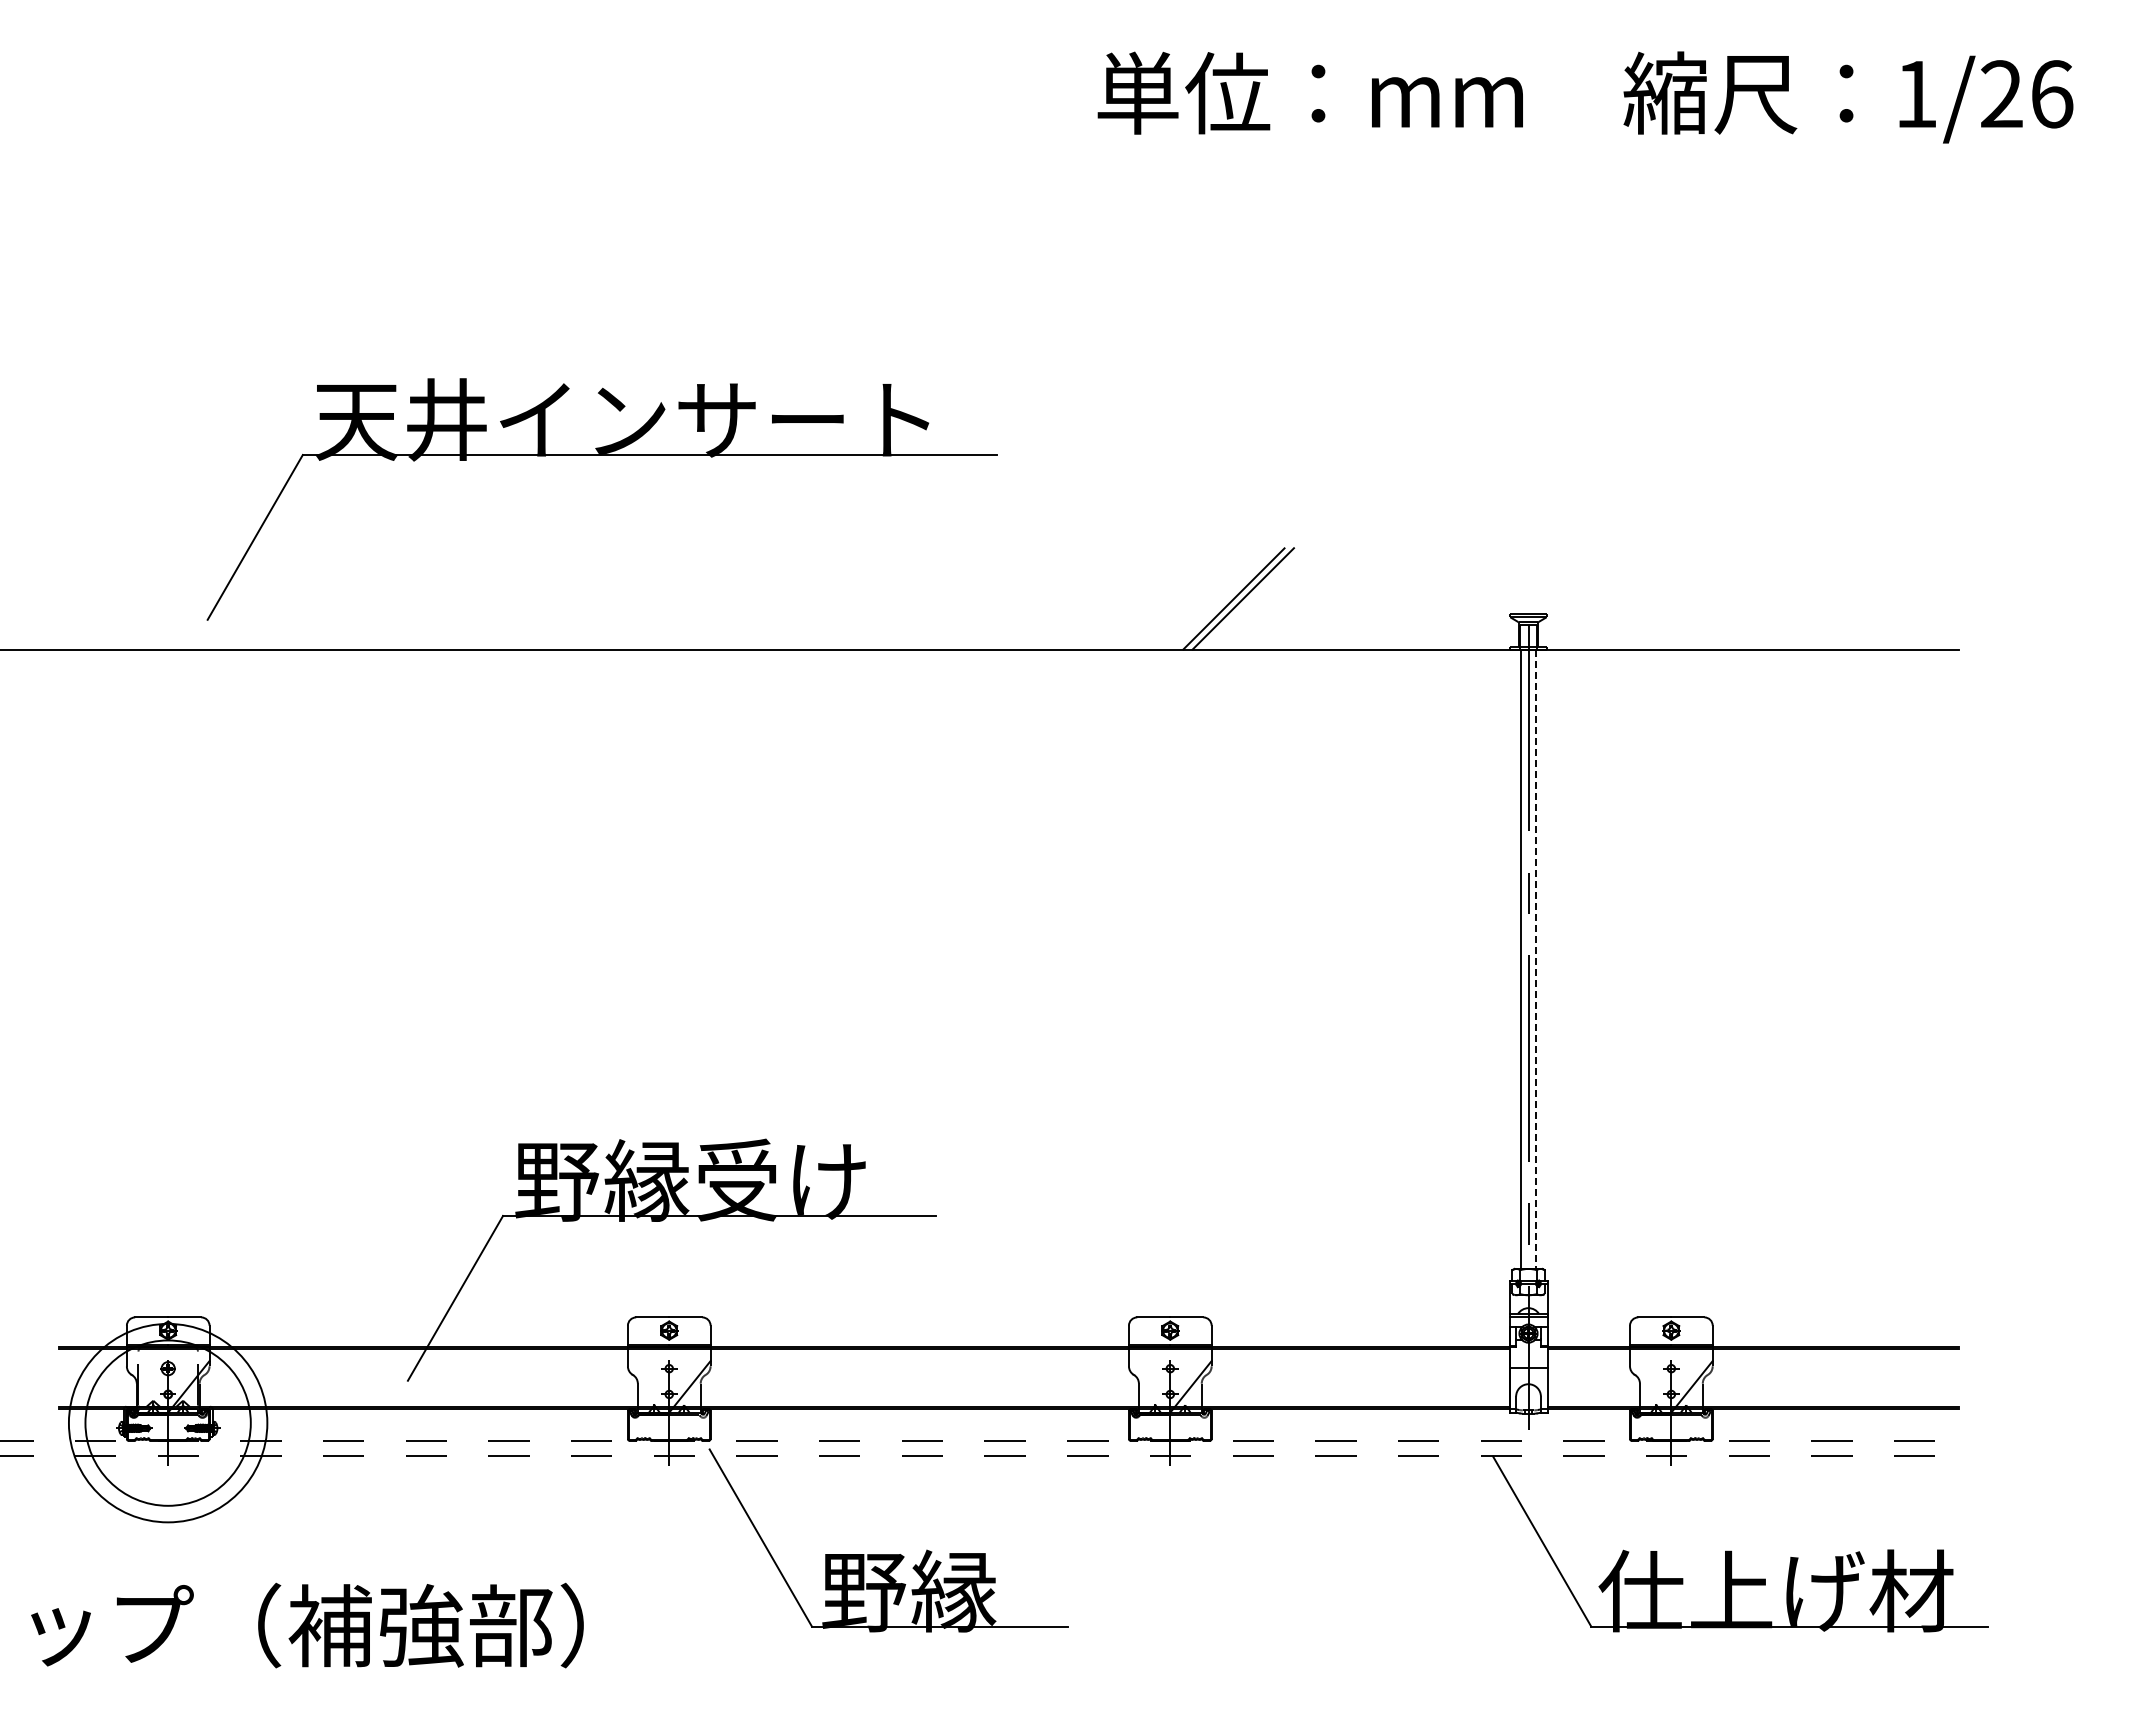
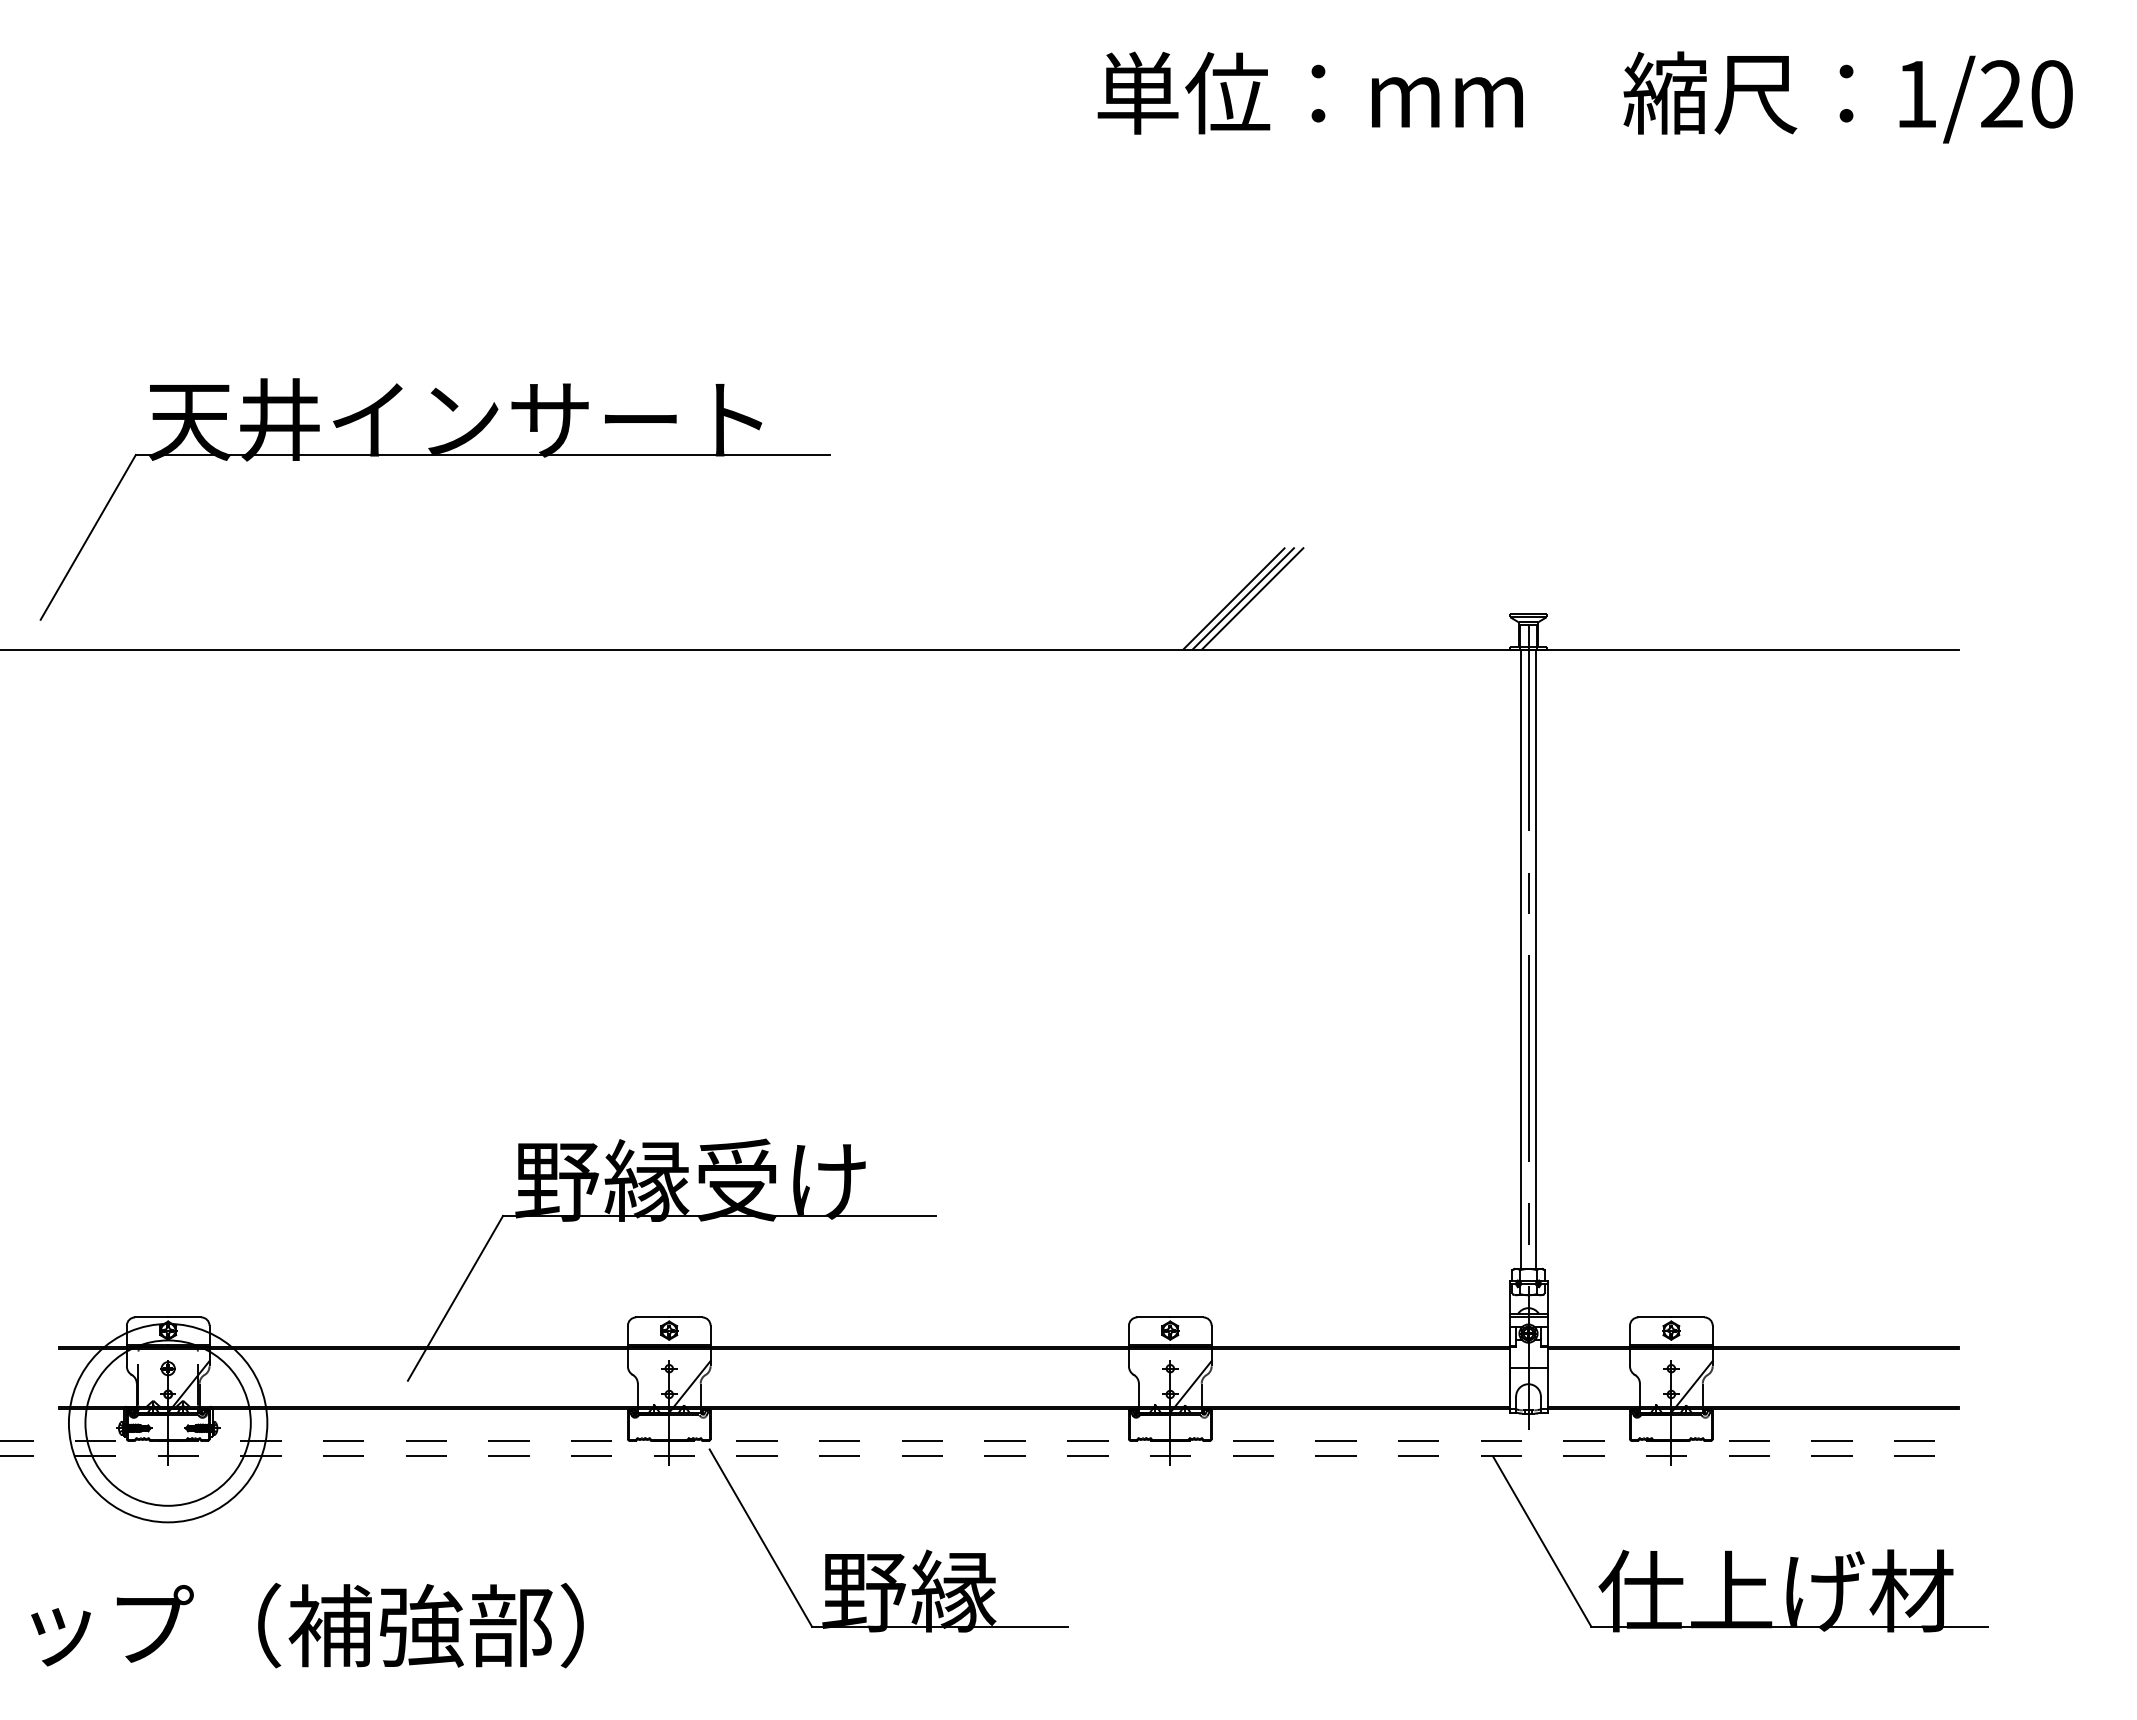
text at (2052, 94): 1/26 -> 1/20
part at (601, 455) position: (601, 455) -> (434, 455)
line at (1252, 598): none -> present
line at (1535, 959): dashed -> solid
